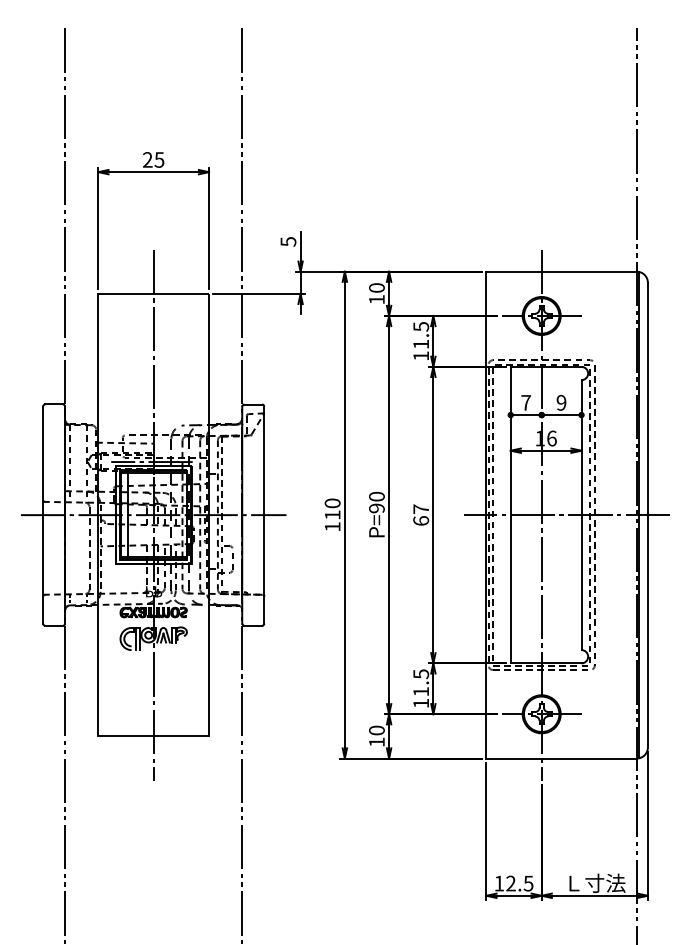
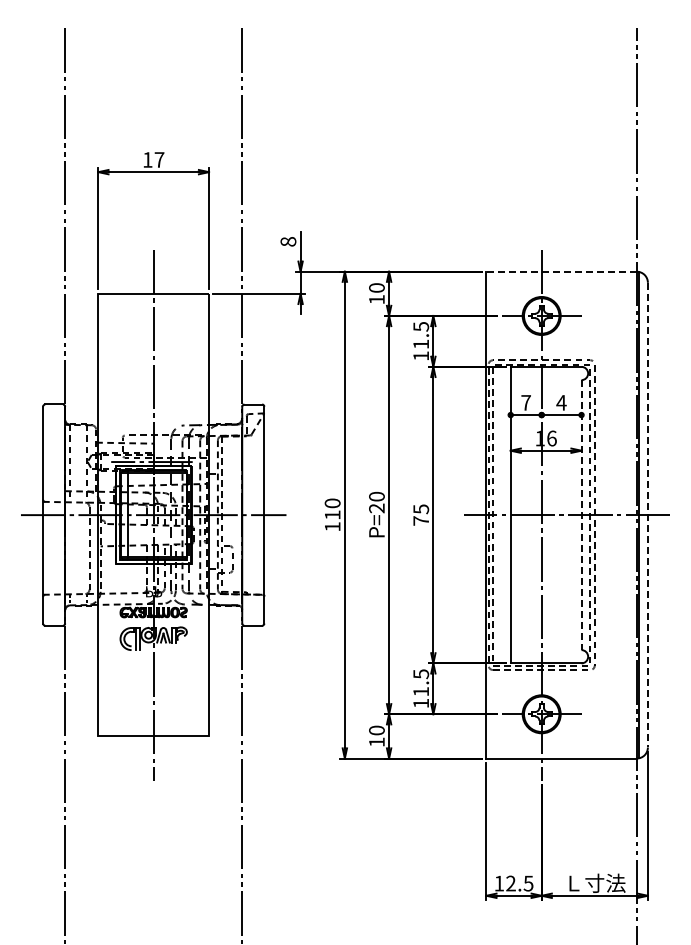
text at (153, 159): 25 -> 17
text at (288, 241): 5 -> 8
line at (561, 271): solid -> dashed
text at (561, 402): 9 -> 4
text at (376, 508): P=90 -> P=20
text at (421, 514): 67 -> 75
line at (581, 515): solid -> dashed
line at (647, 515): solid -> dashed
